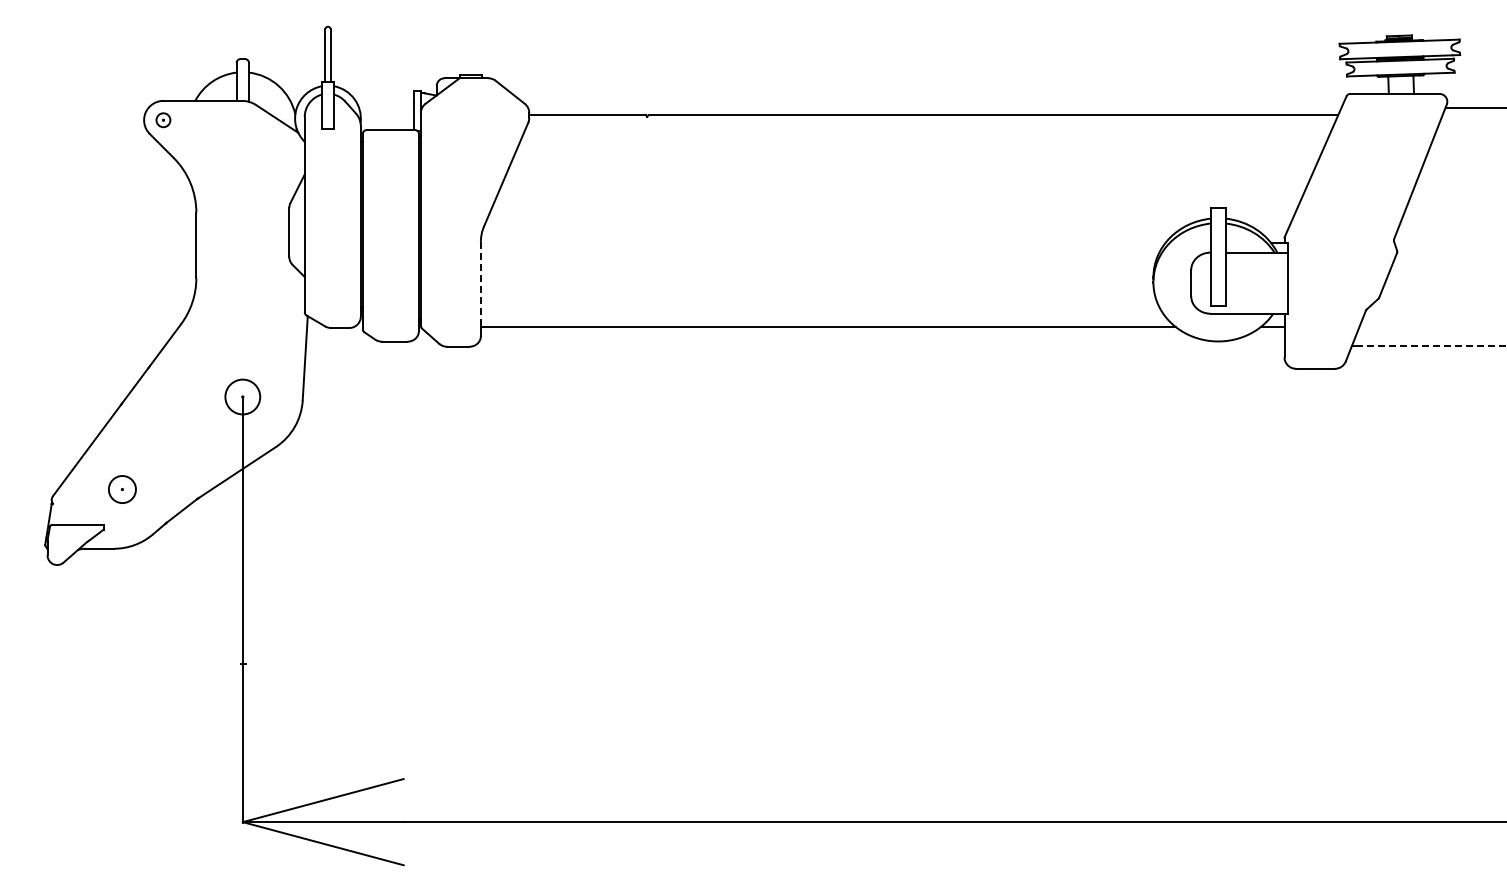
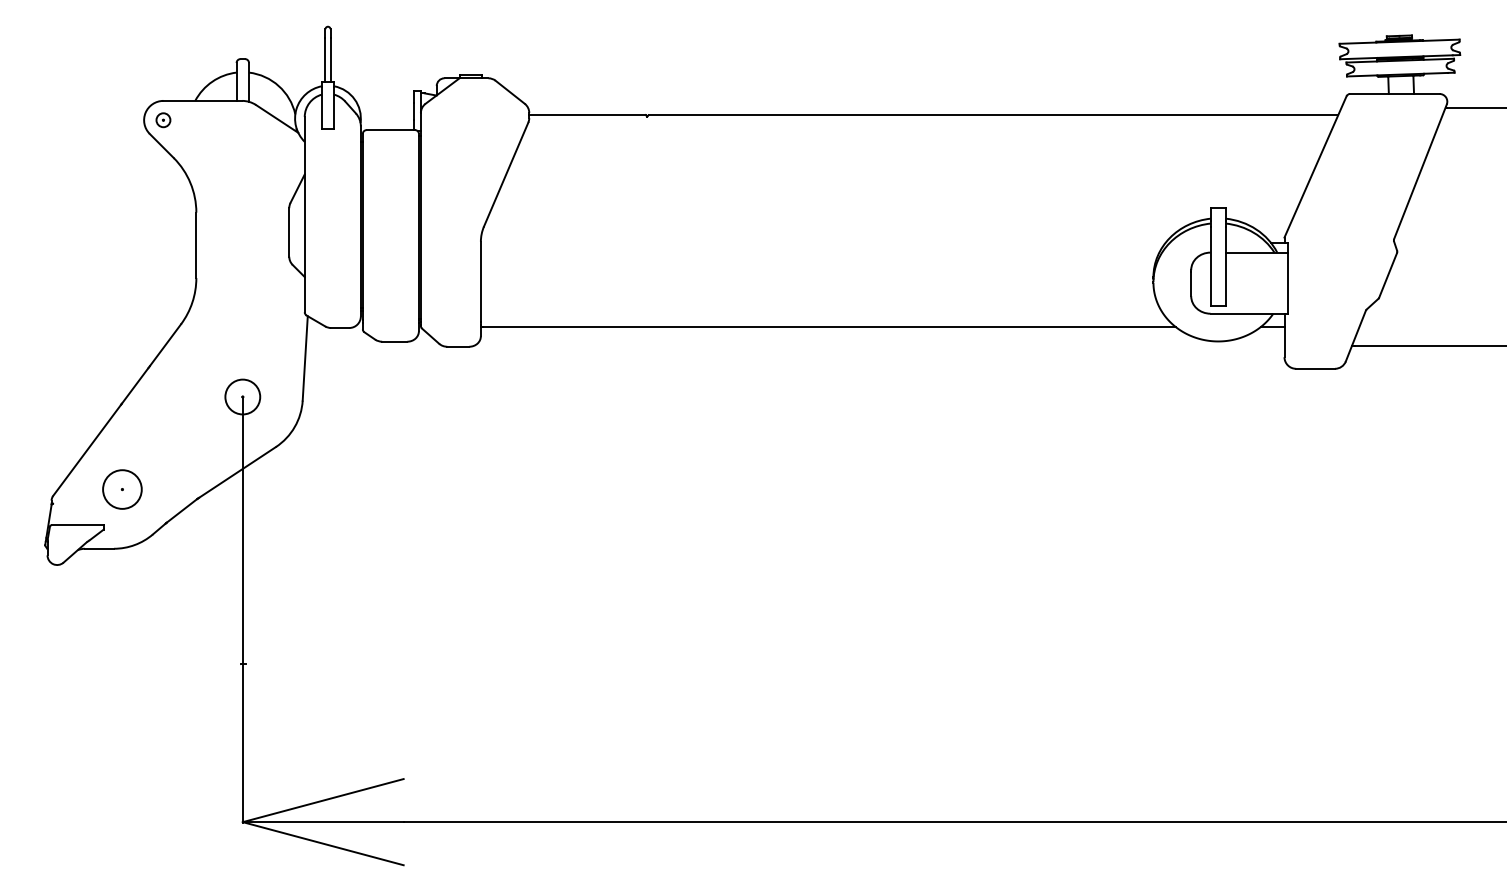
line at (480, 281): dashed -> solid
line at (1430, 345): dashed -> solid
circle at (121, 489) diameter: 27 px -> 39 px
